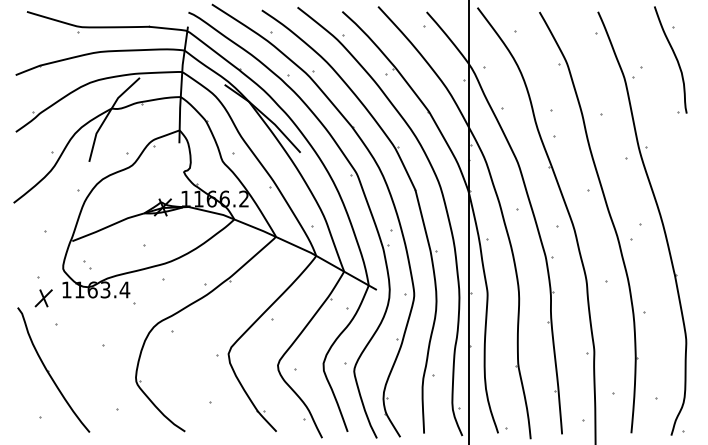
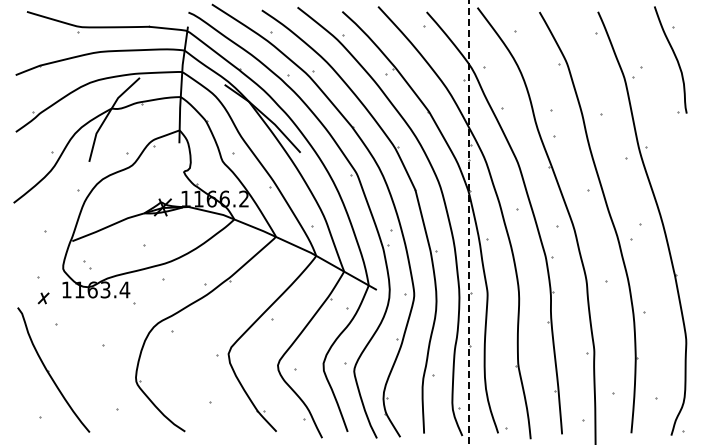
line at (469, 222): solid -> dashed
part at (43, 298) size: 19x19 px -> 13x13 px
